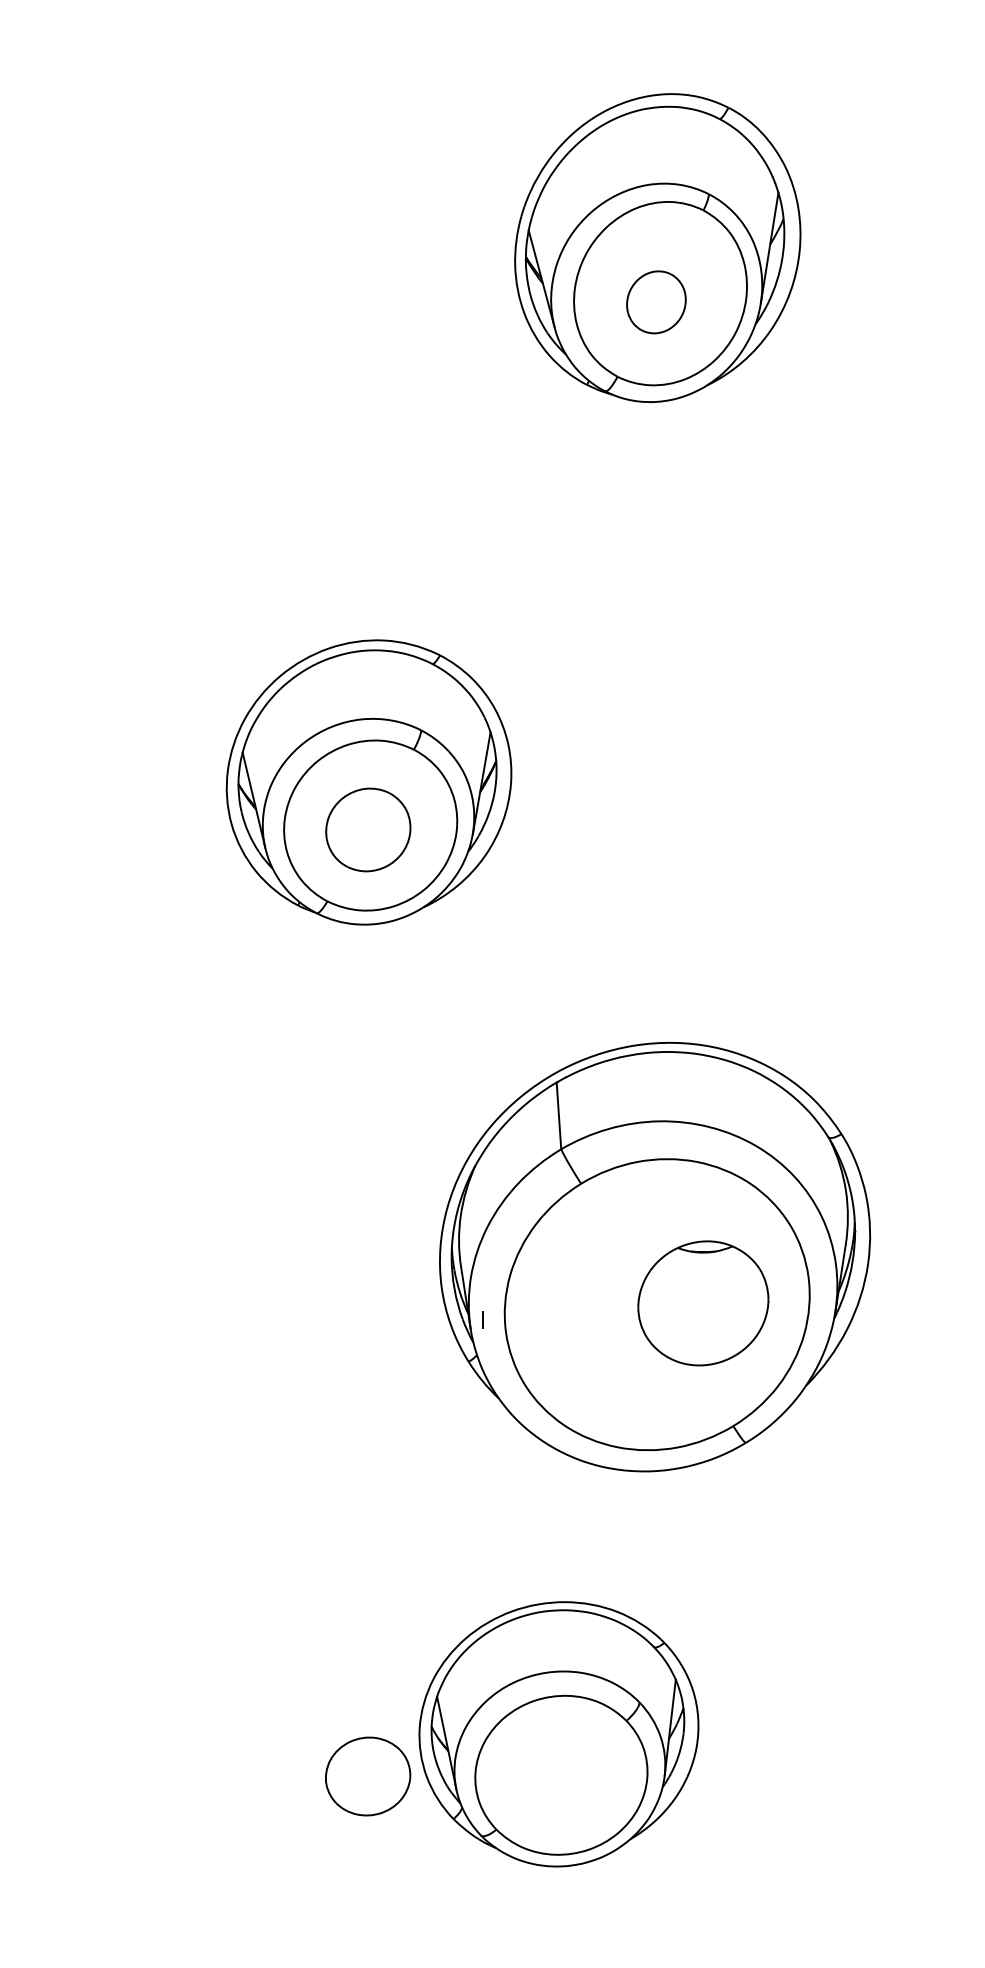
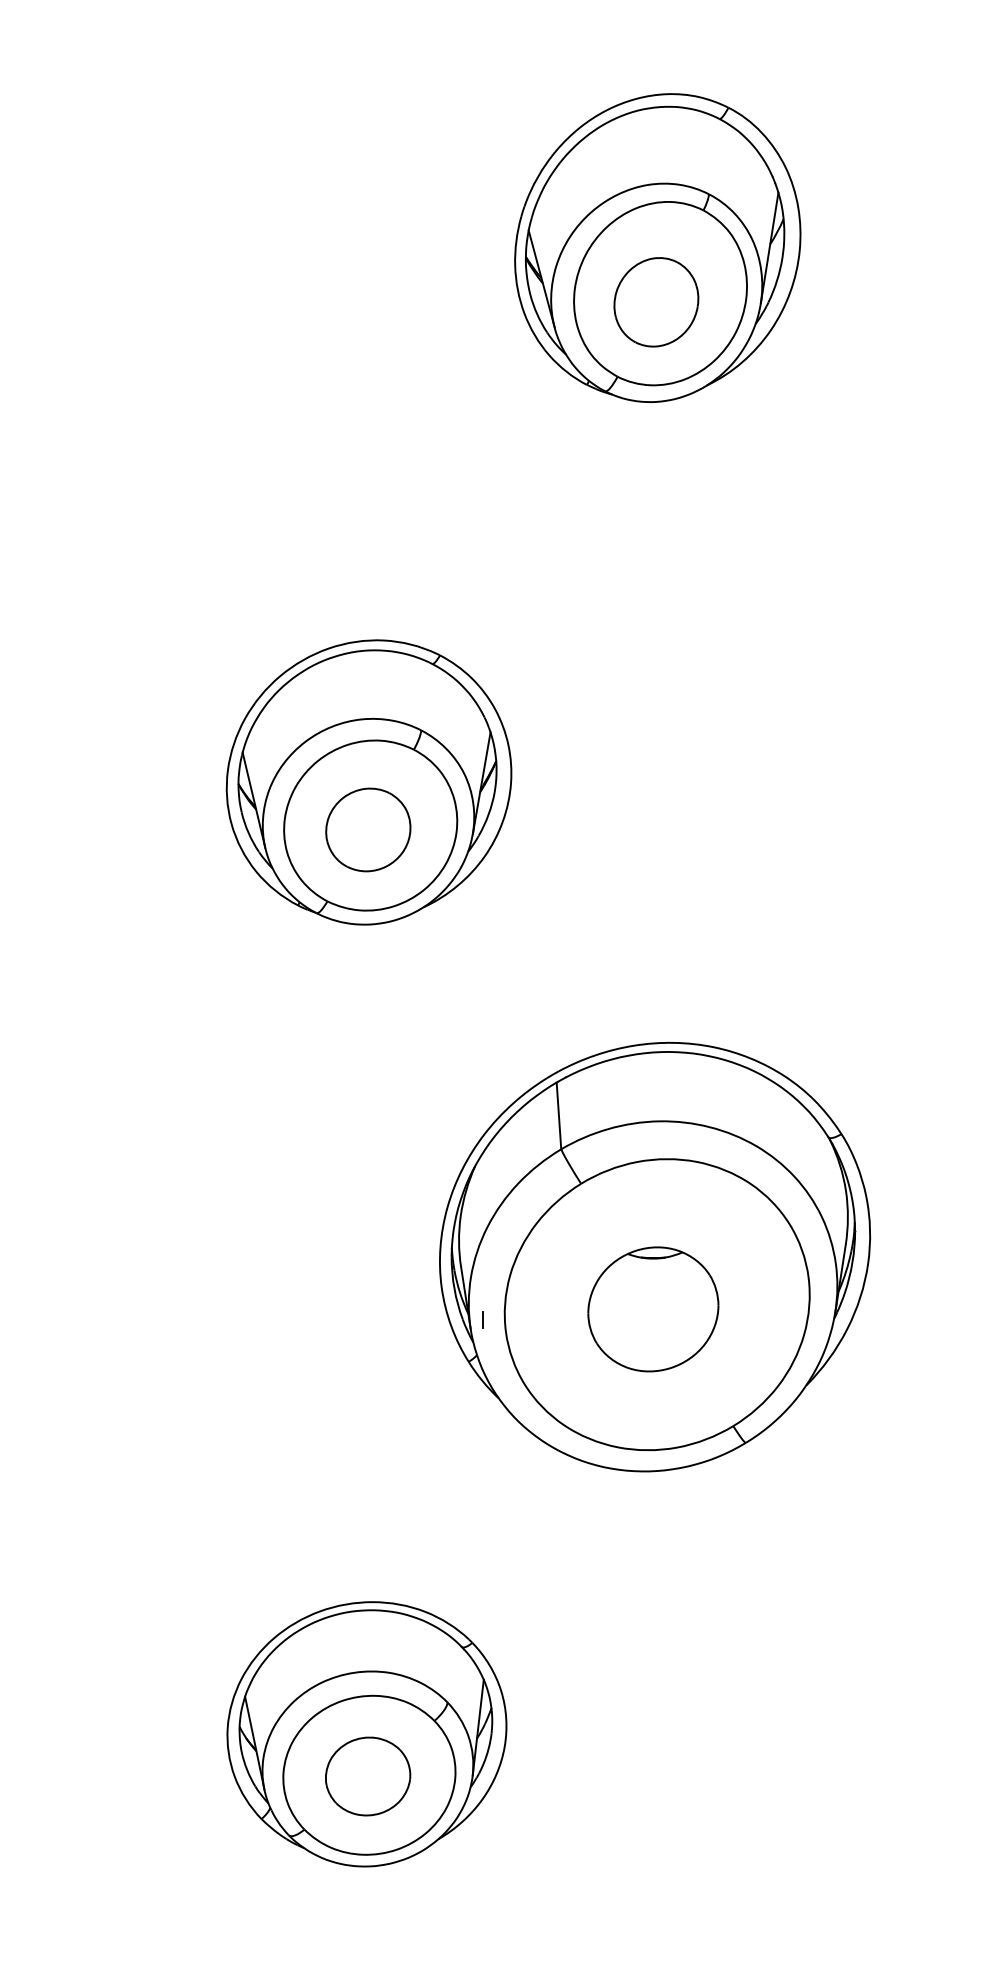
part at (656, 302) size: 61x65 px -> 87x91 px
part at (703, 1303) position: (703, 1303) -> (653, 1309)
part at (558, 1734) position: (558, 1734) -> (366, 1734)
